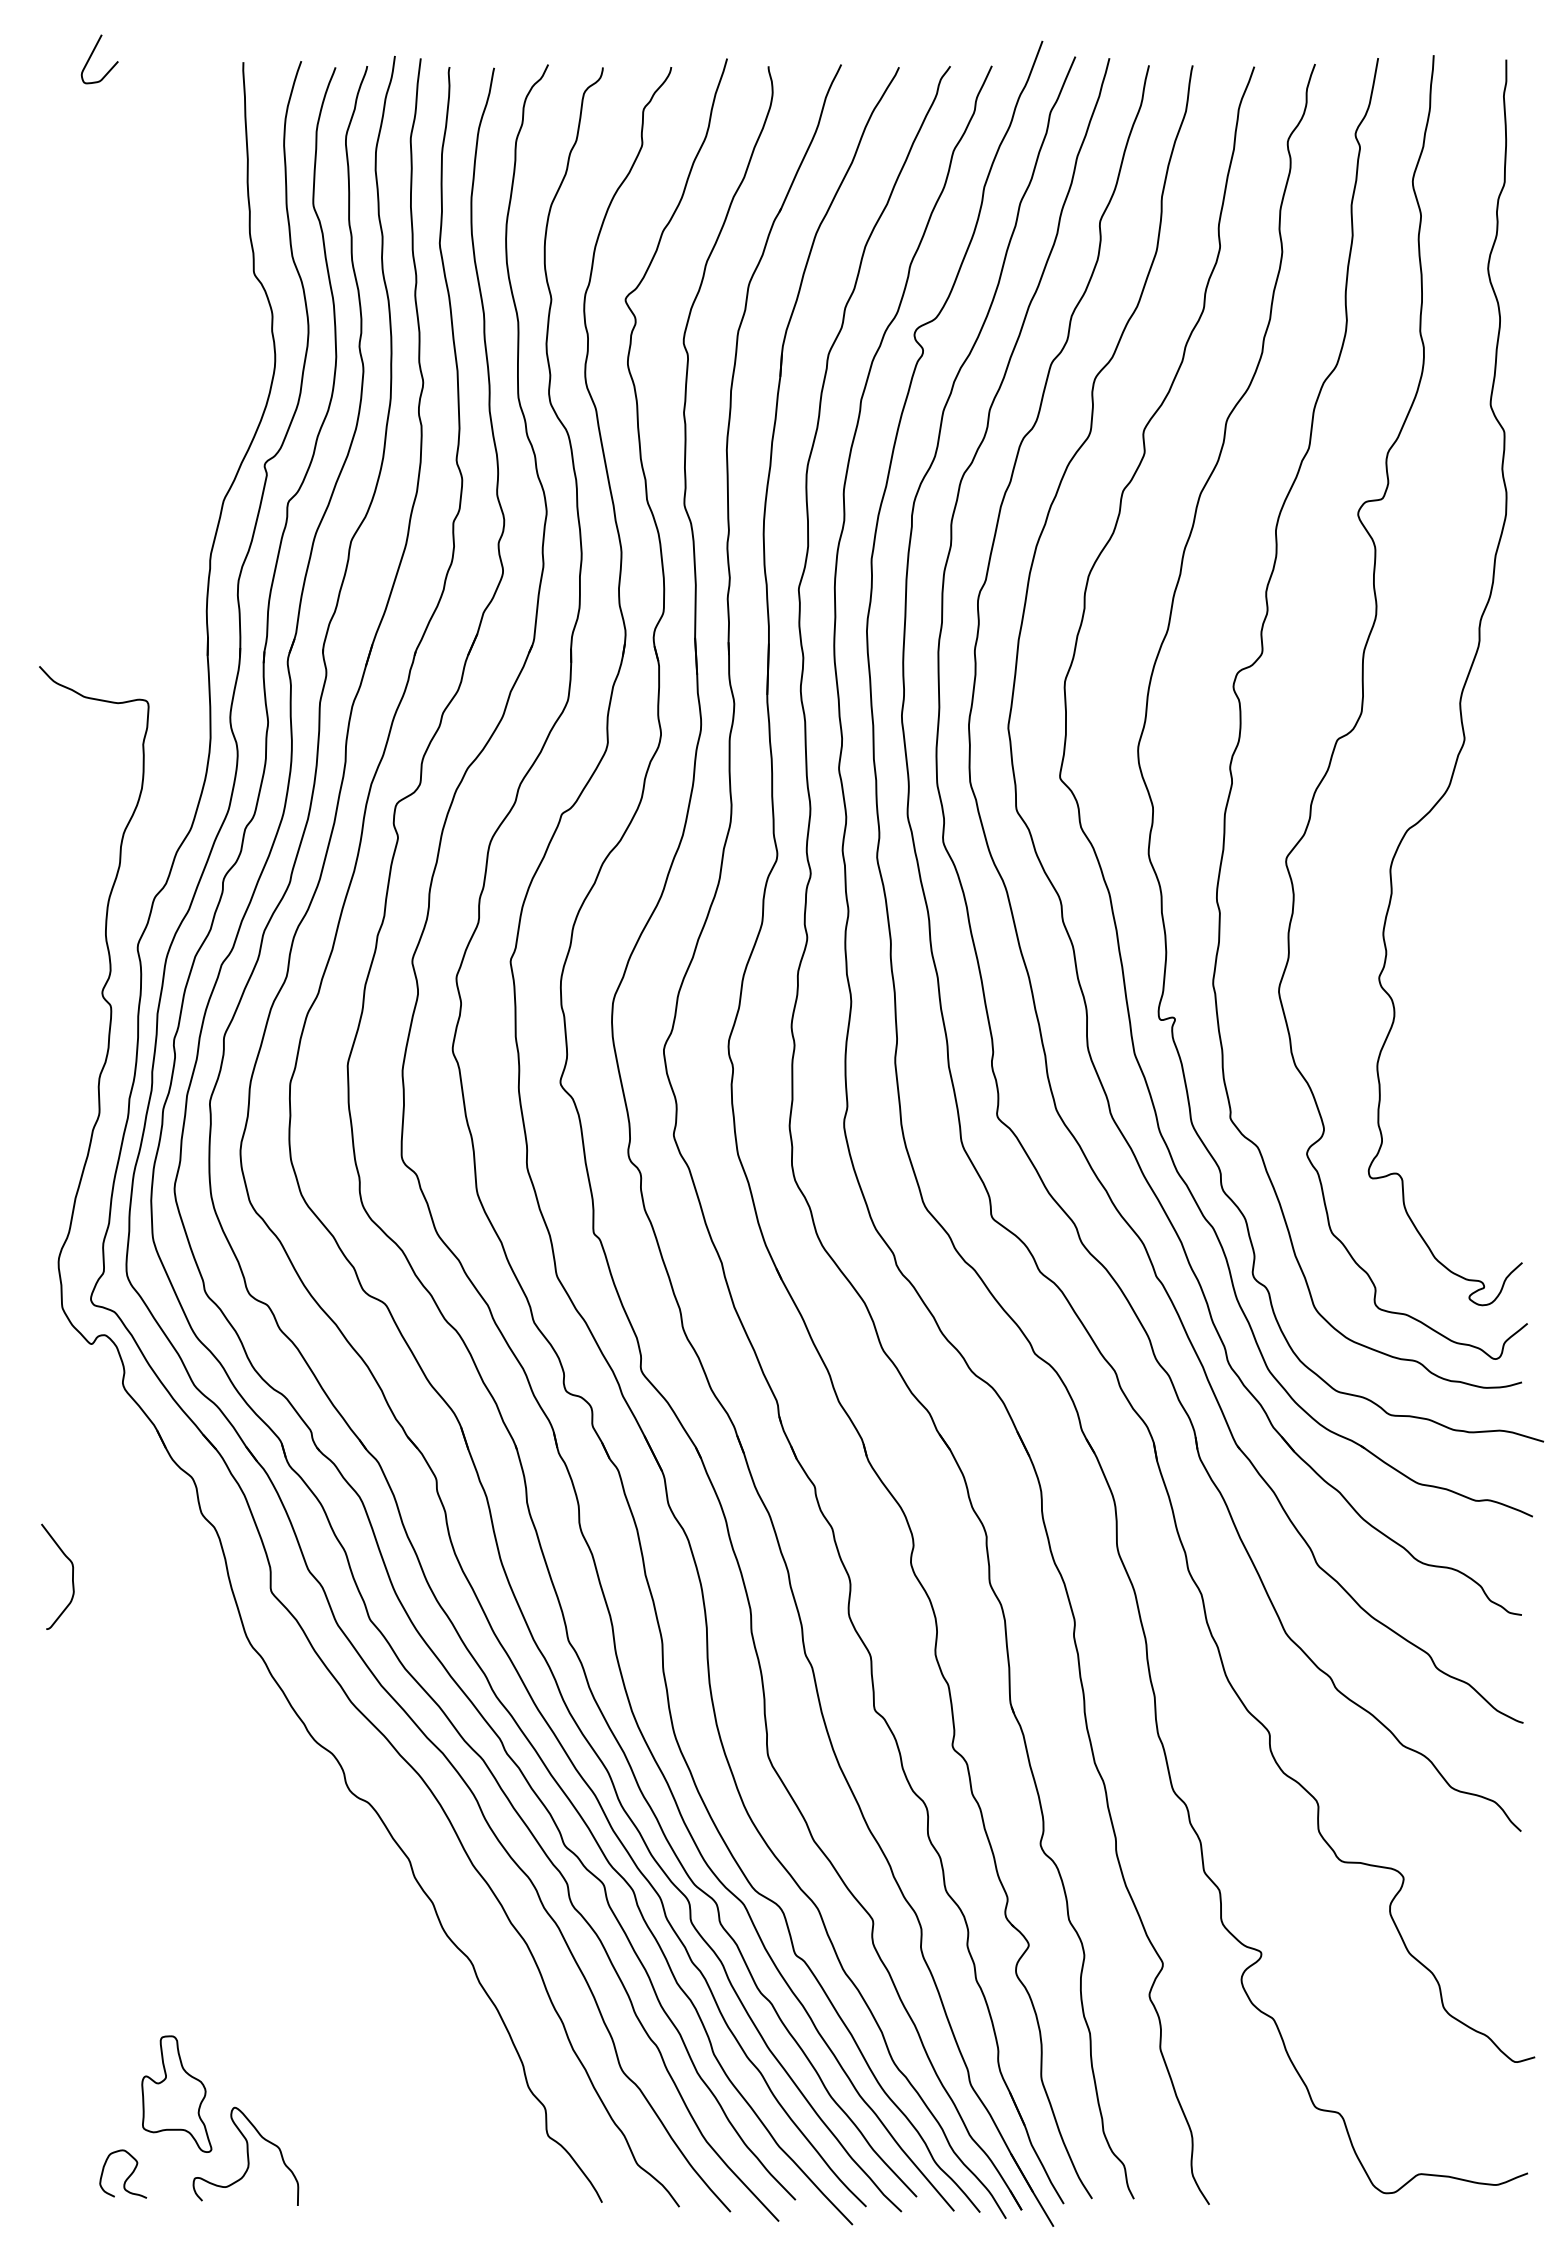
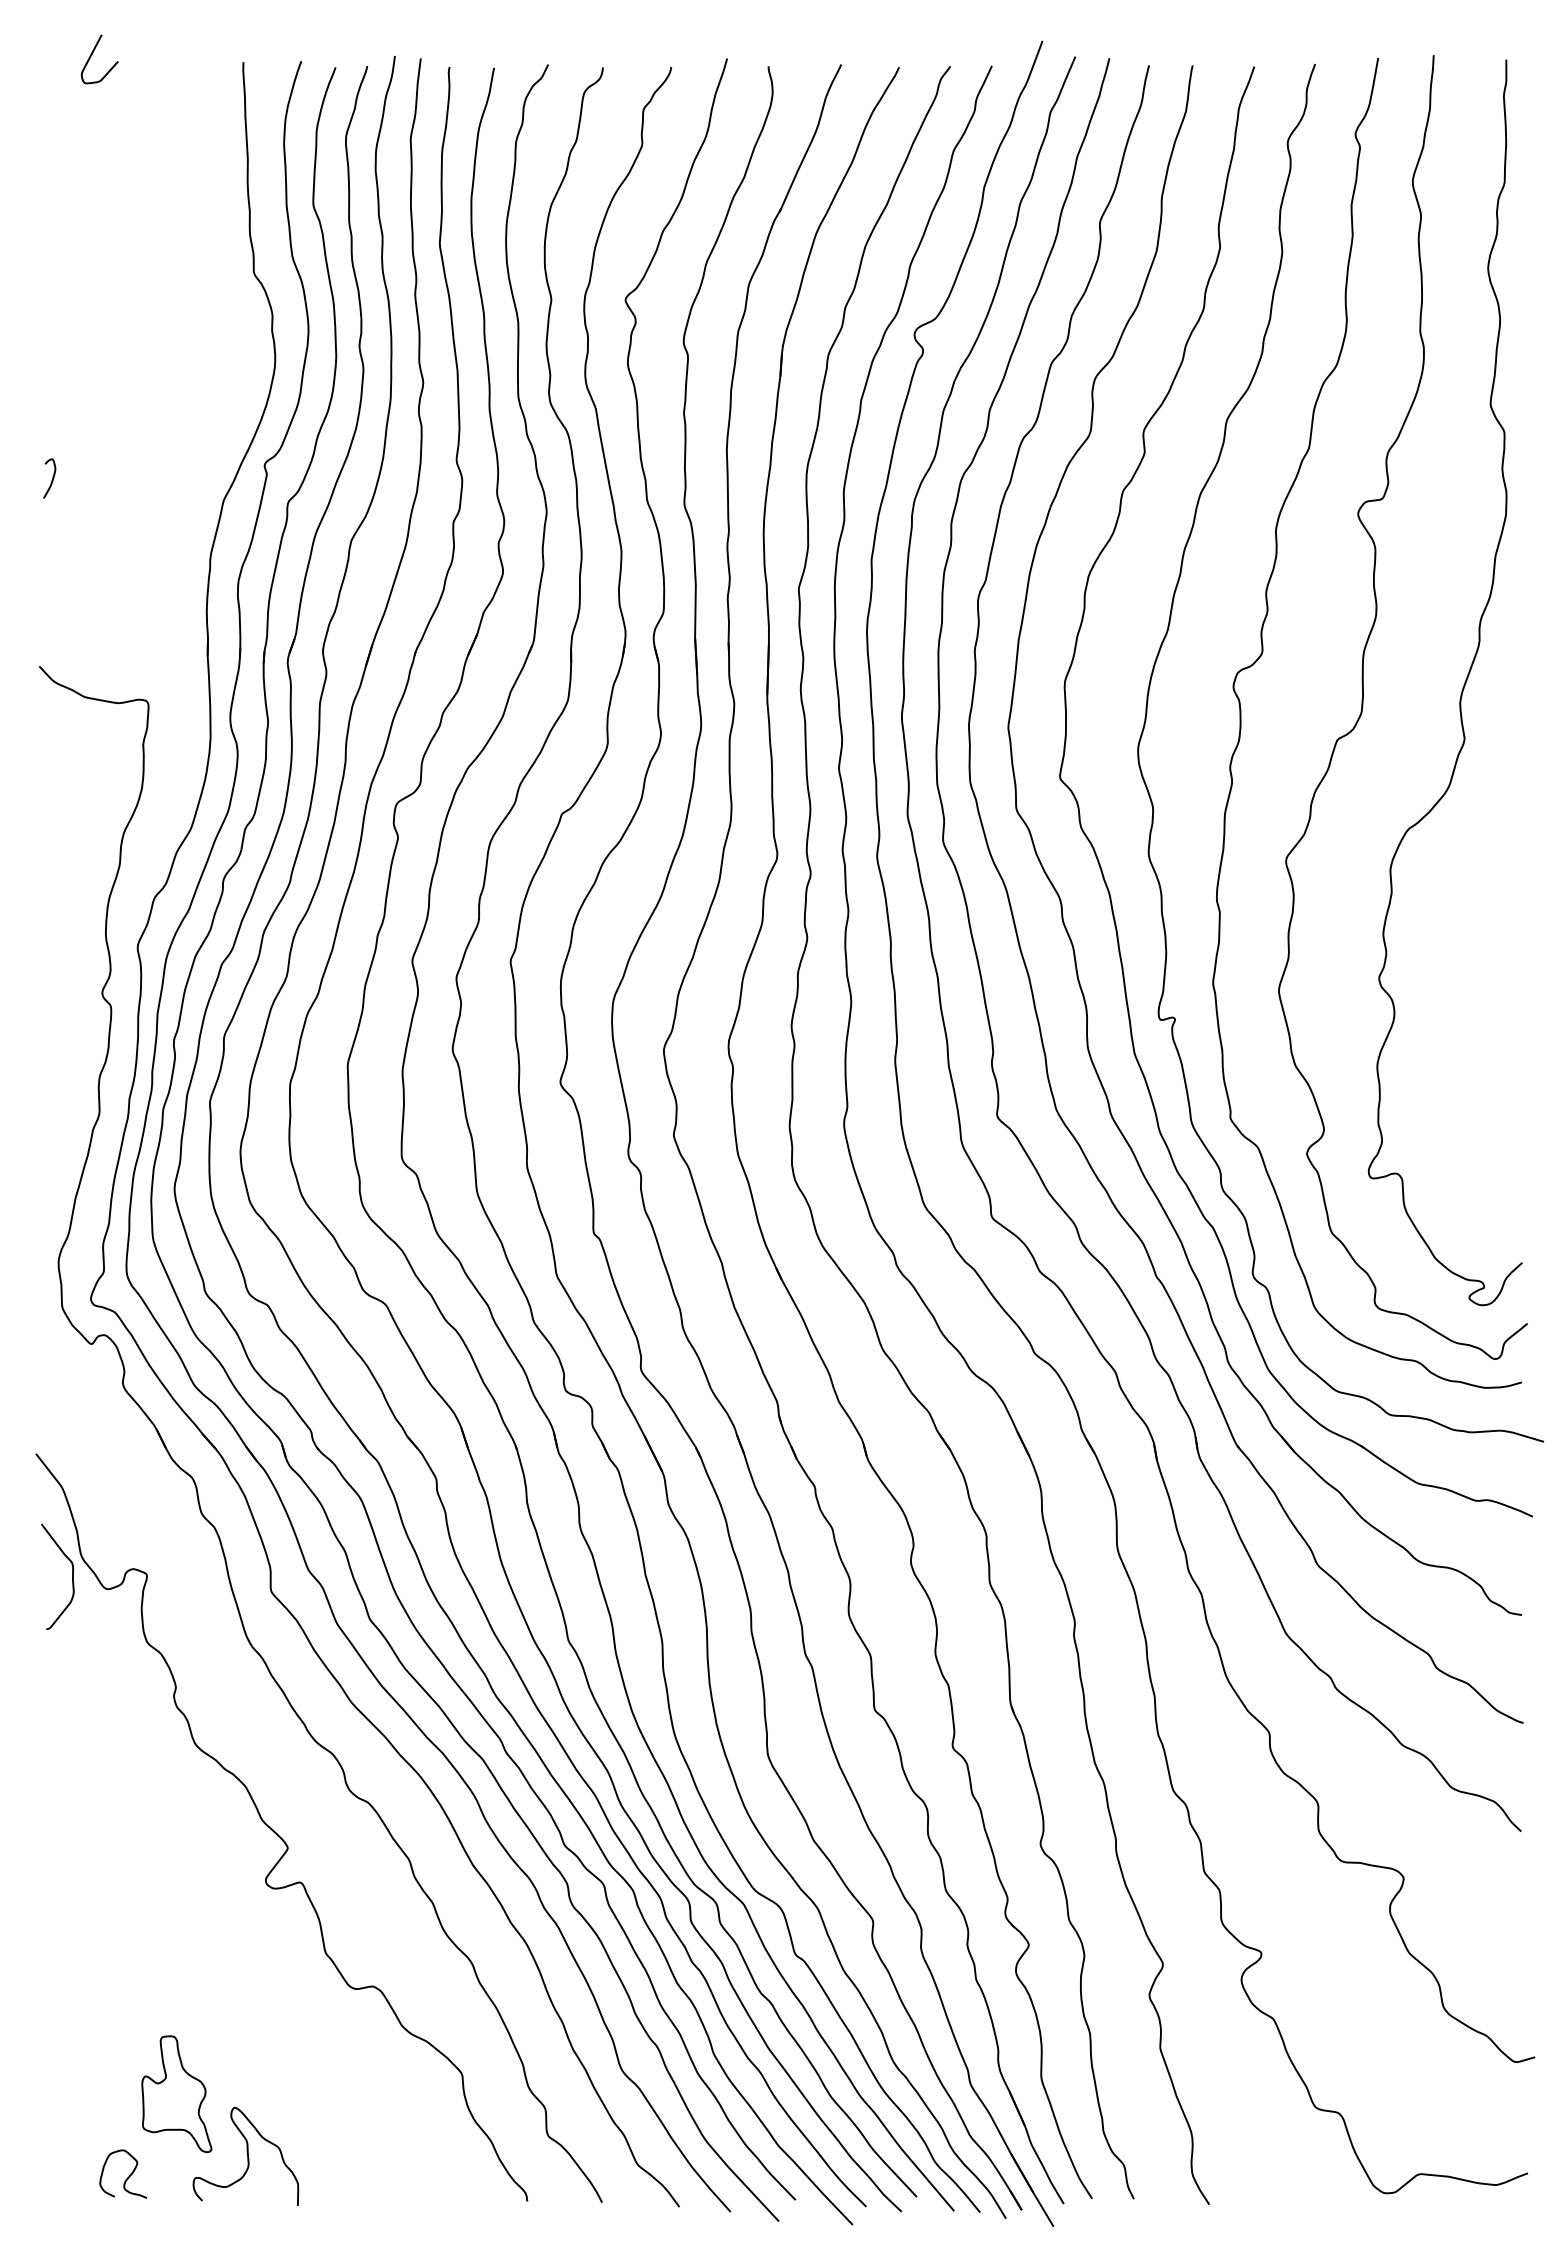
curve at (51, 479): none -> present
curve at (276, 1832): none -> present
